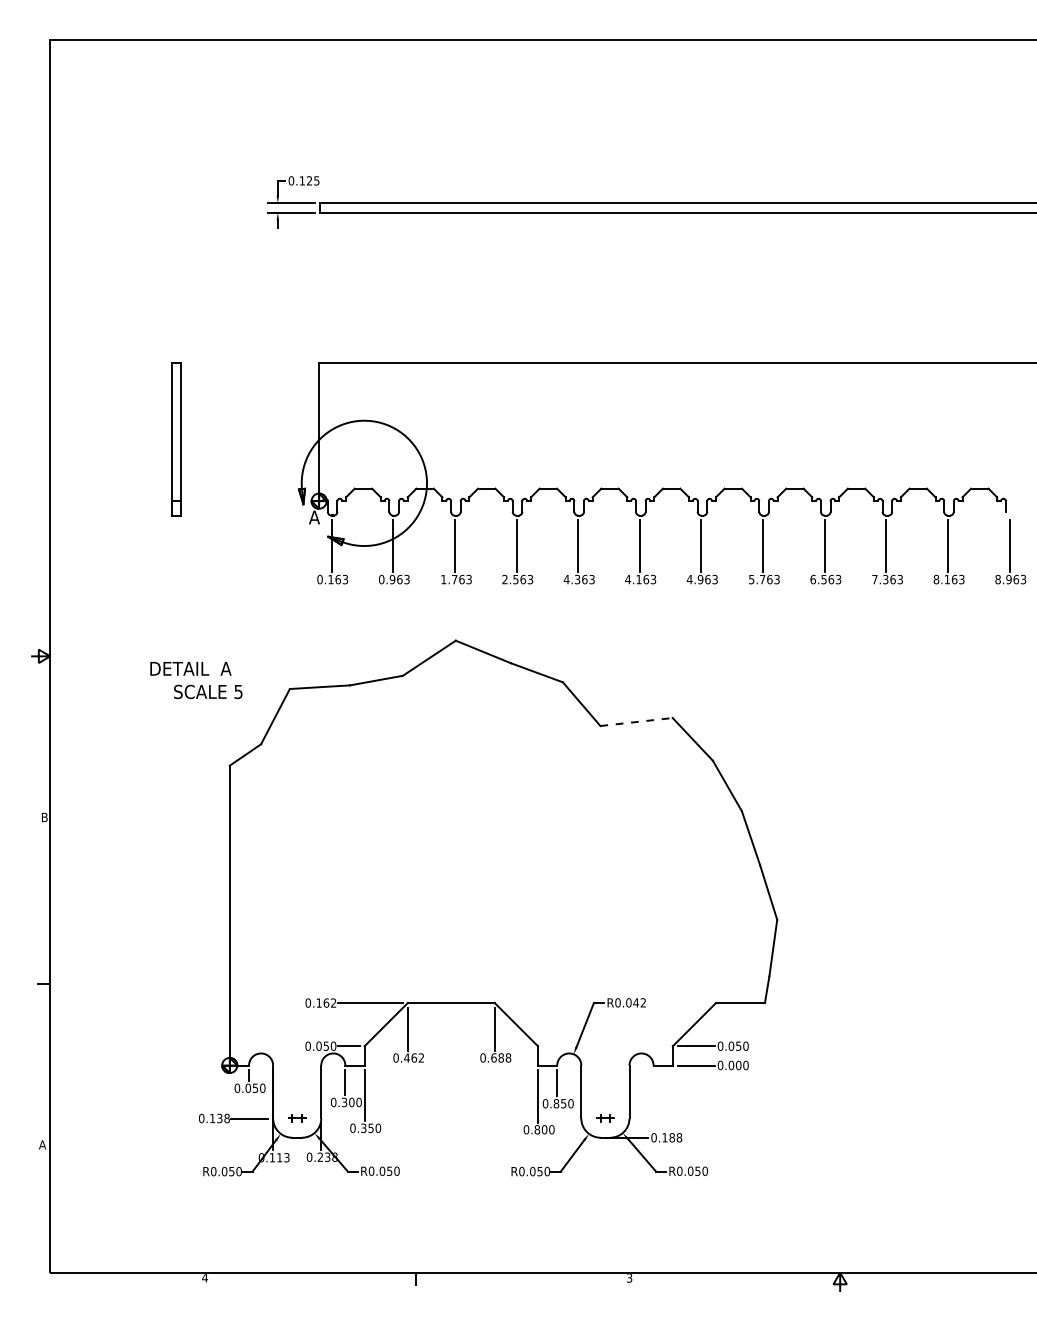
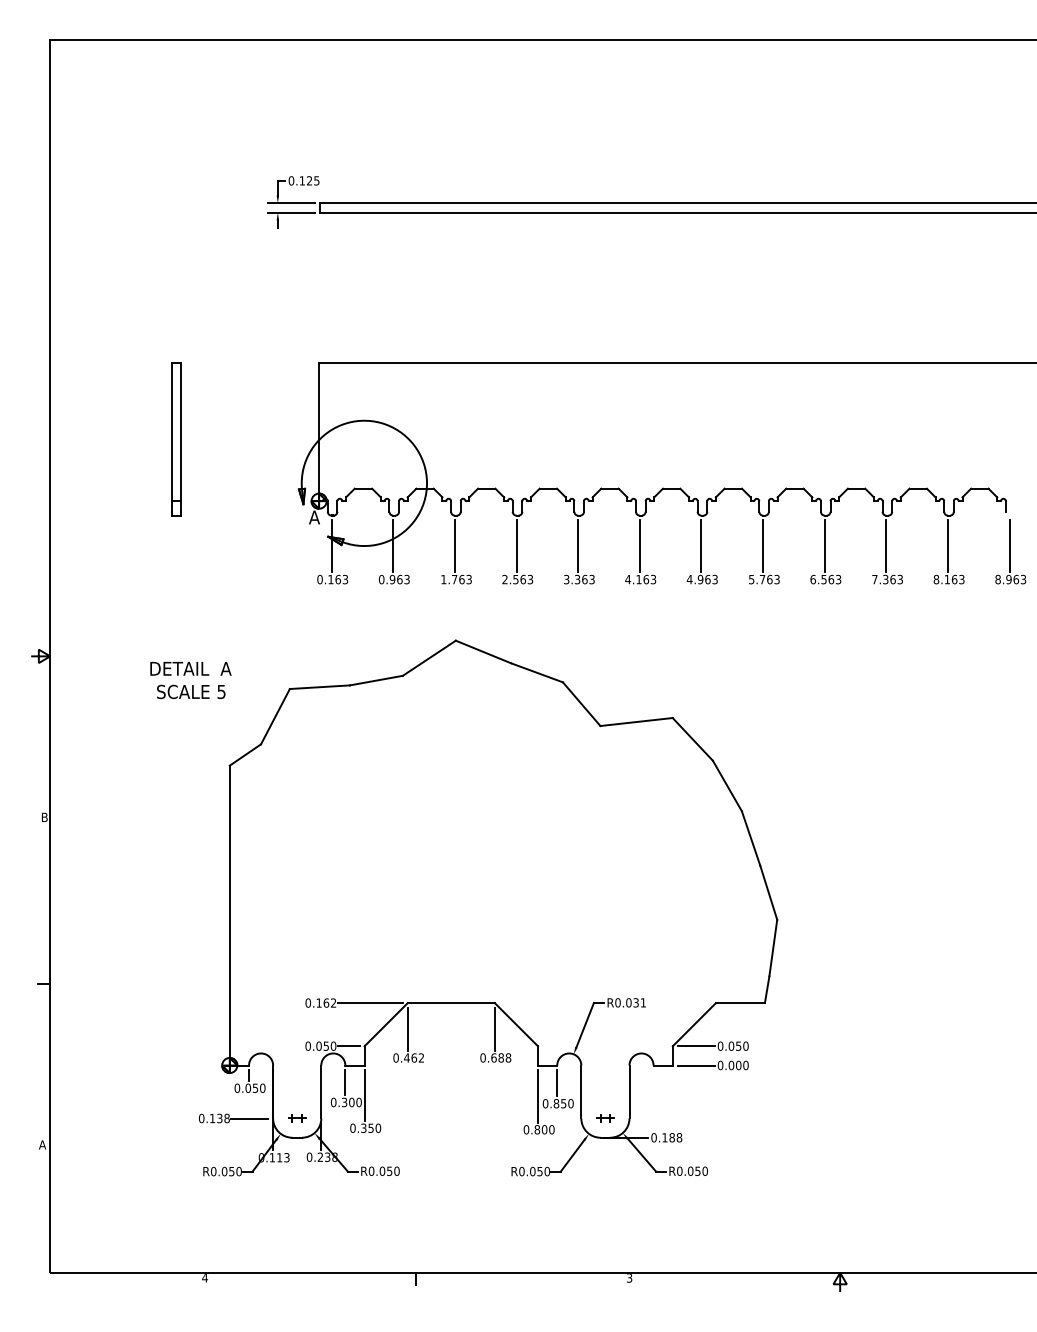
text at (566, 579): 4.363 -> 3.363
text at (208, 691) position: (208, 691) -> (191, 691)
line at (637, 721): dashed -> solid
text at (639, 1002): R0.042 -> R0.031
